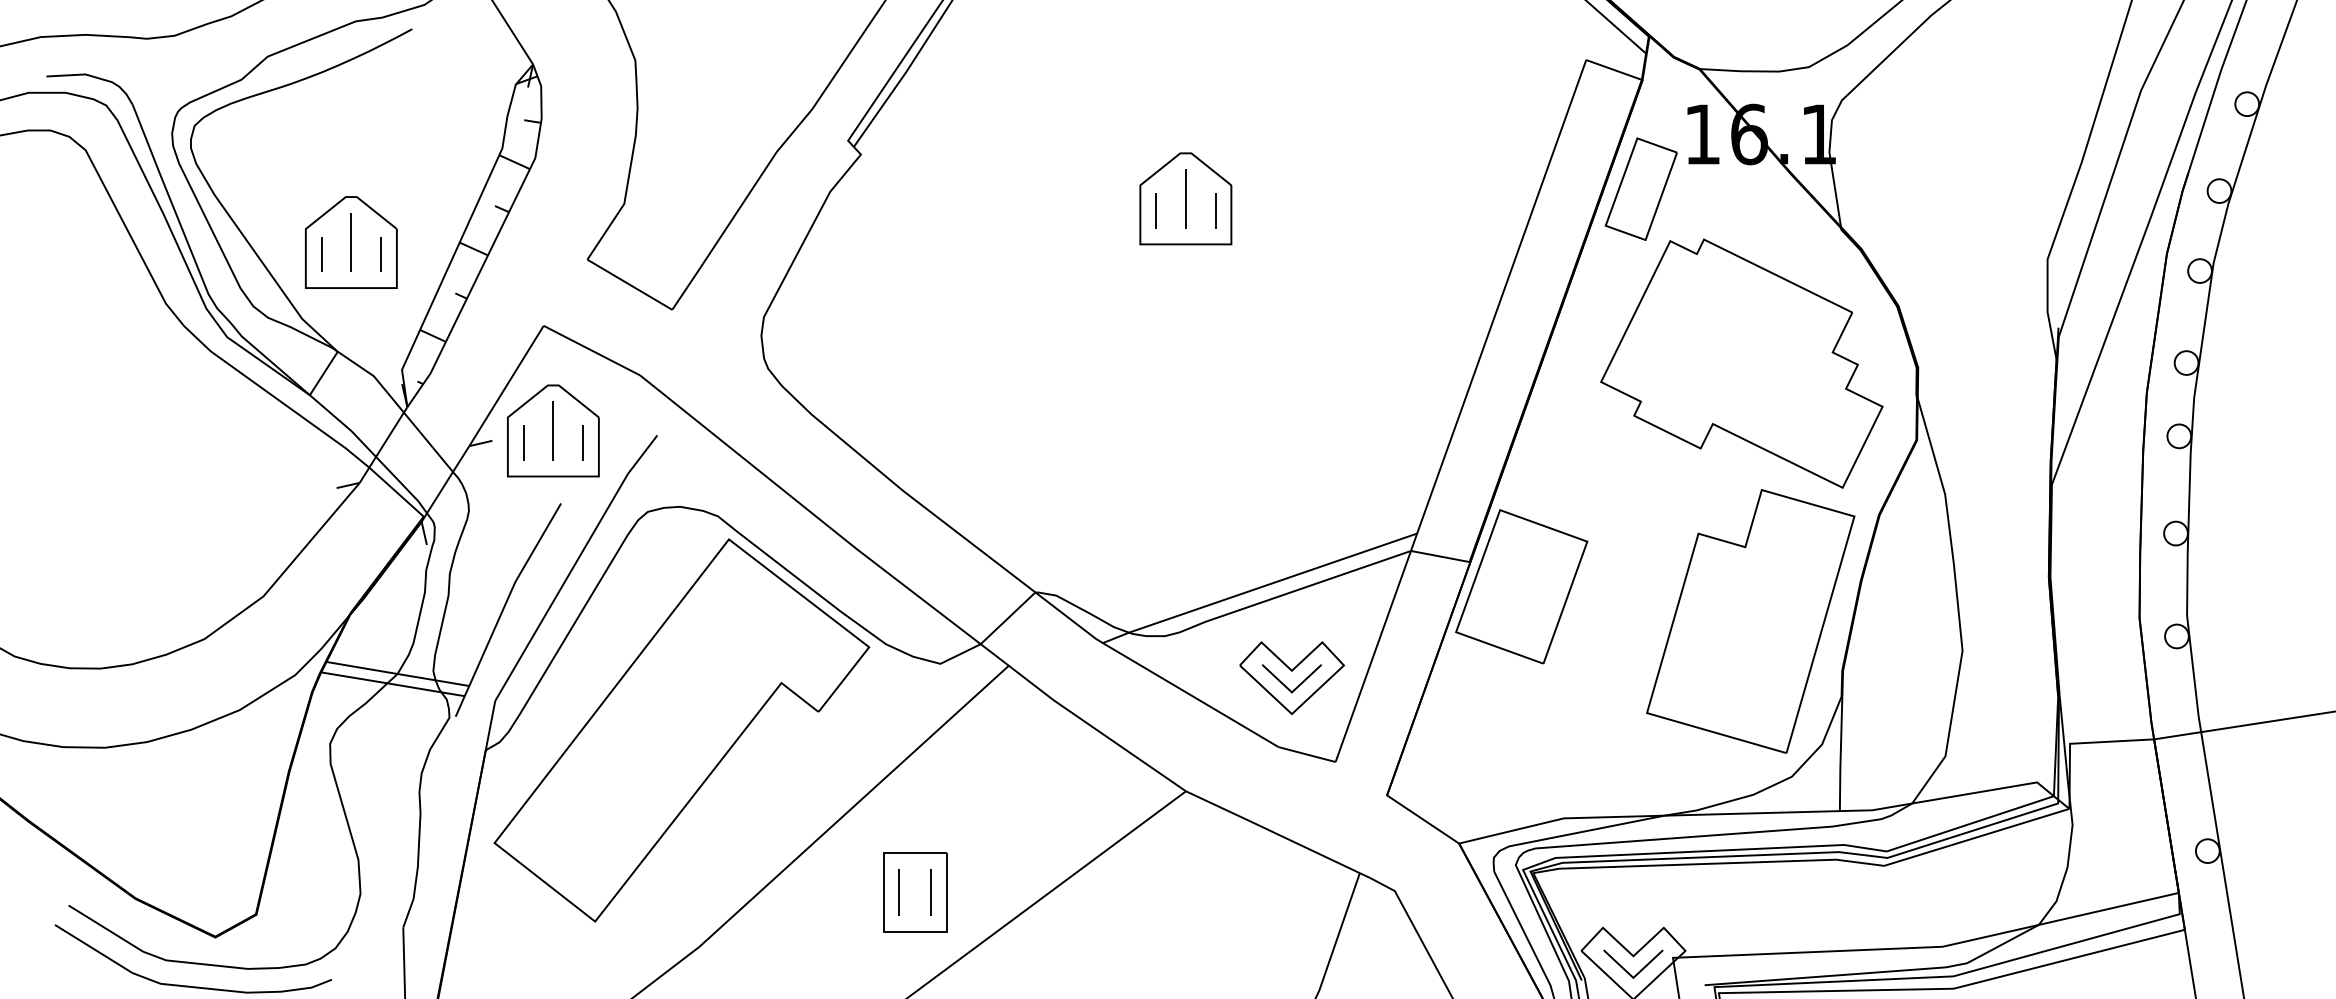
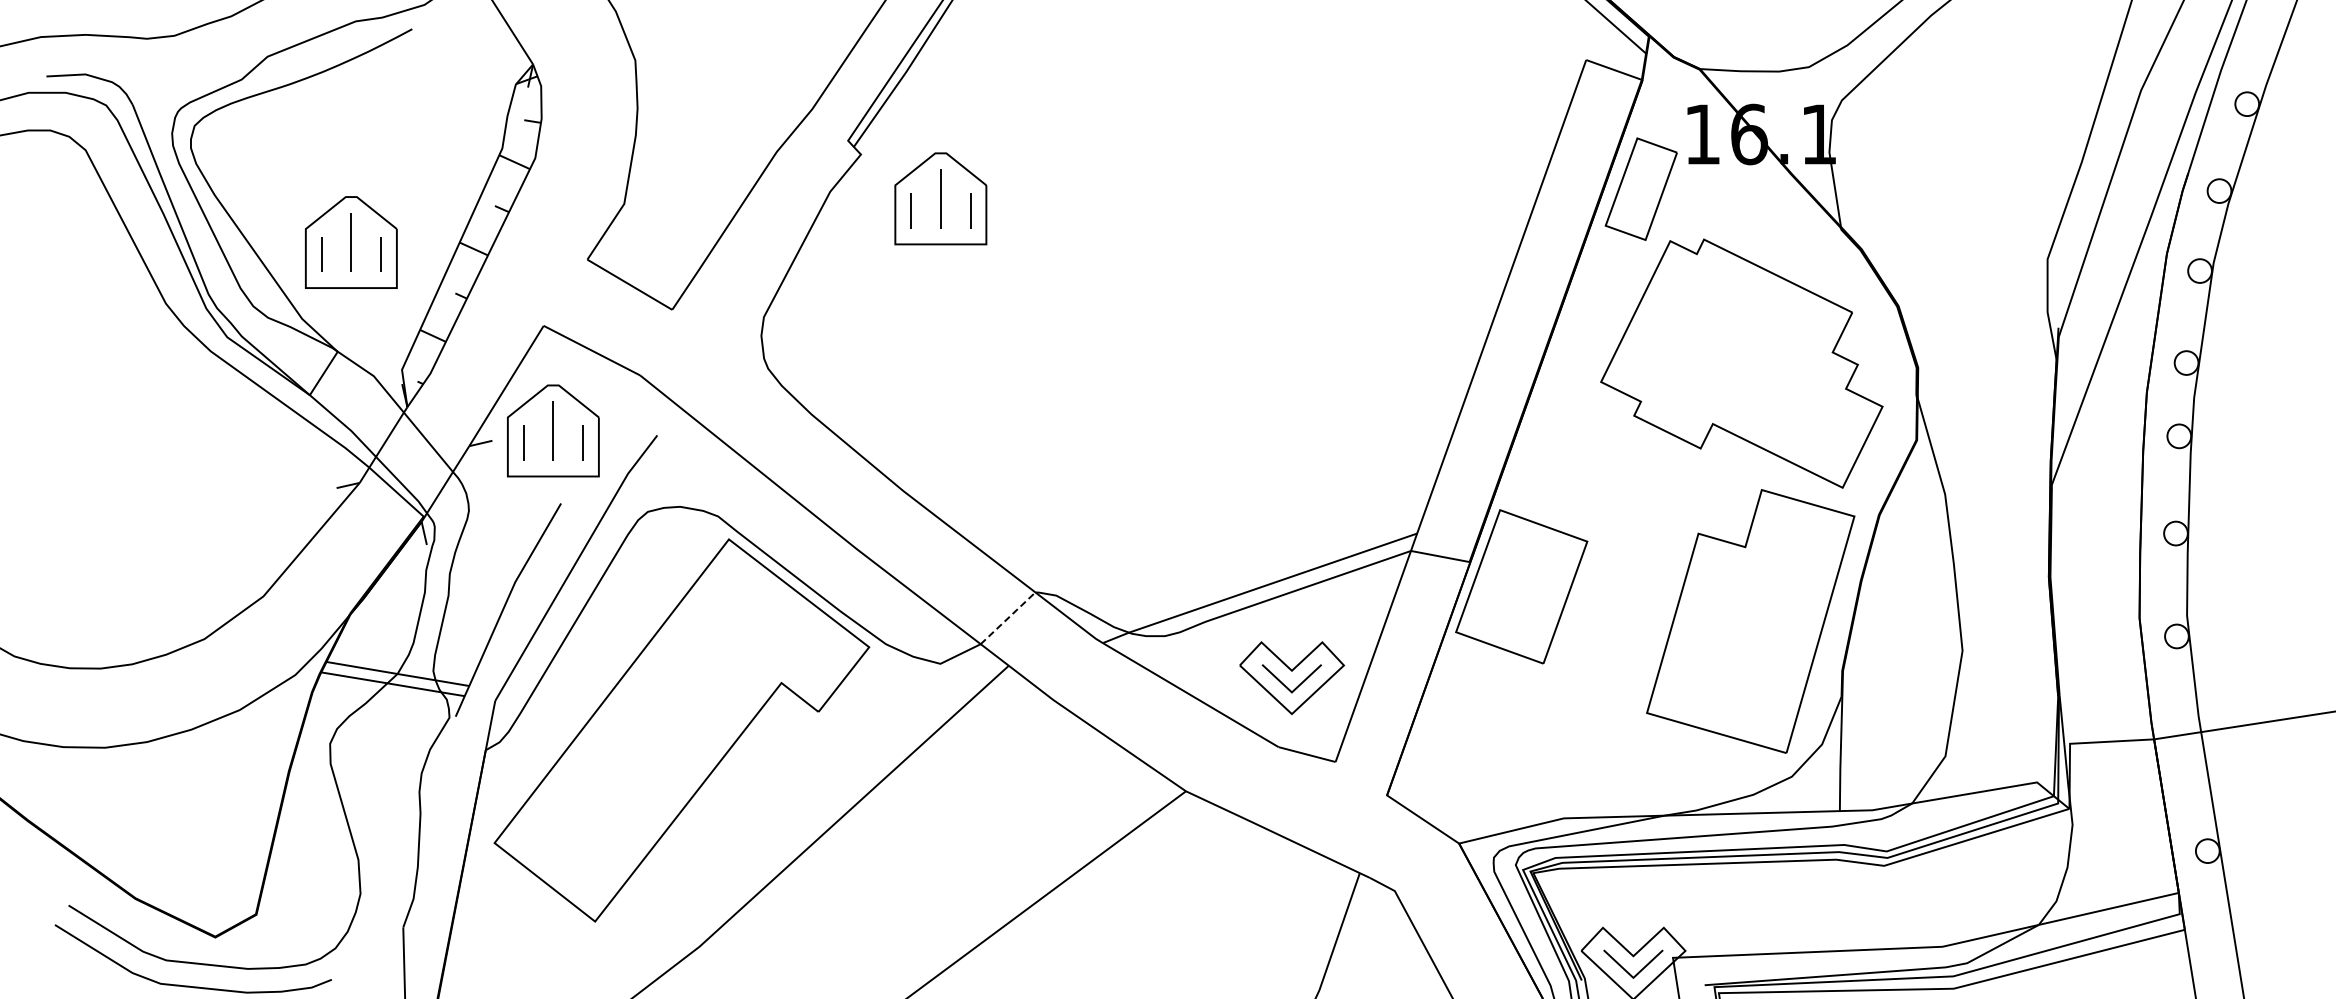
part at (1185, 198) position: (1185, 198) -> (940, 198)
line at (1008, 618): solid -> dashed
part at (915, 892): present -> none
